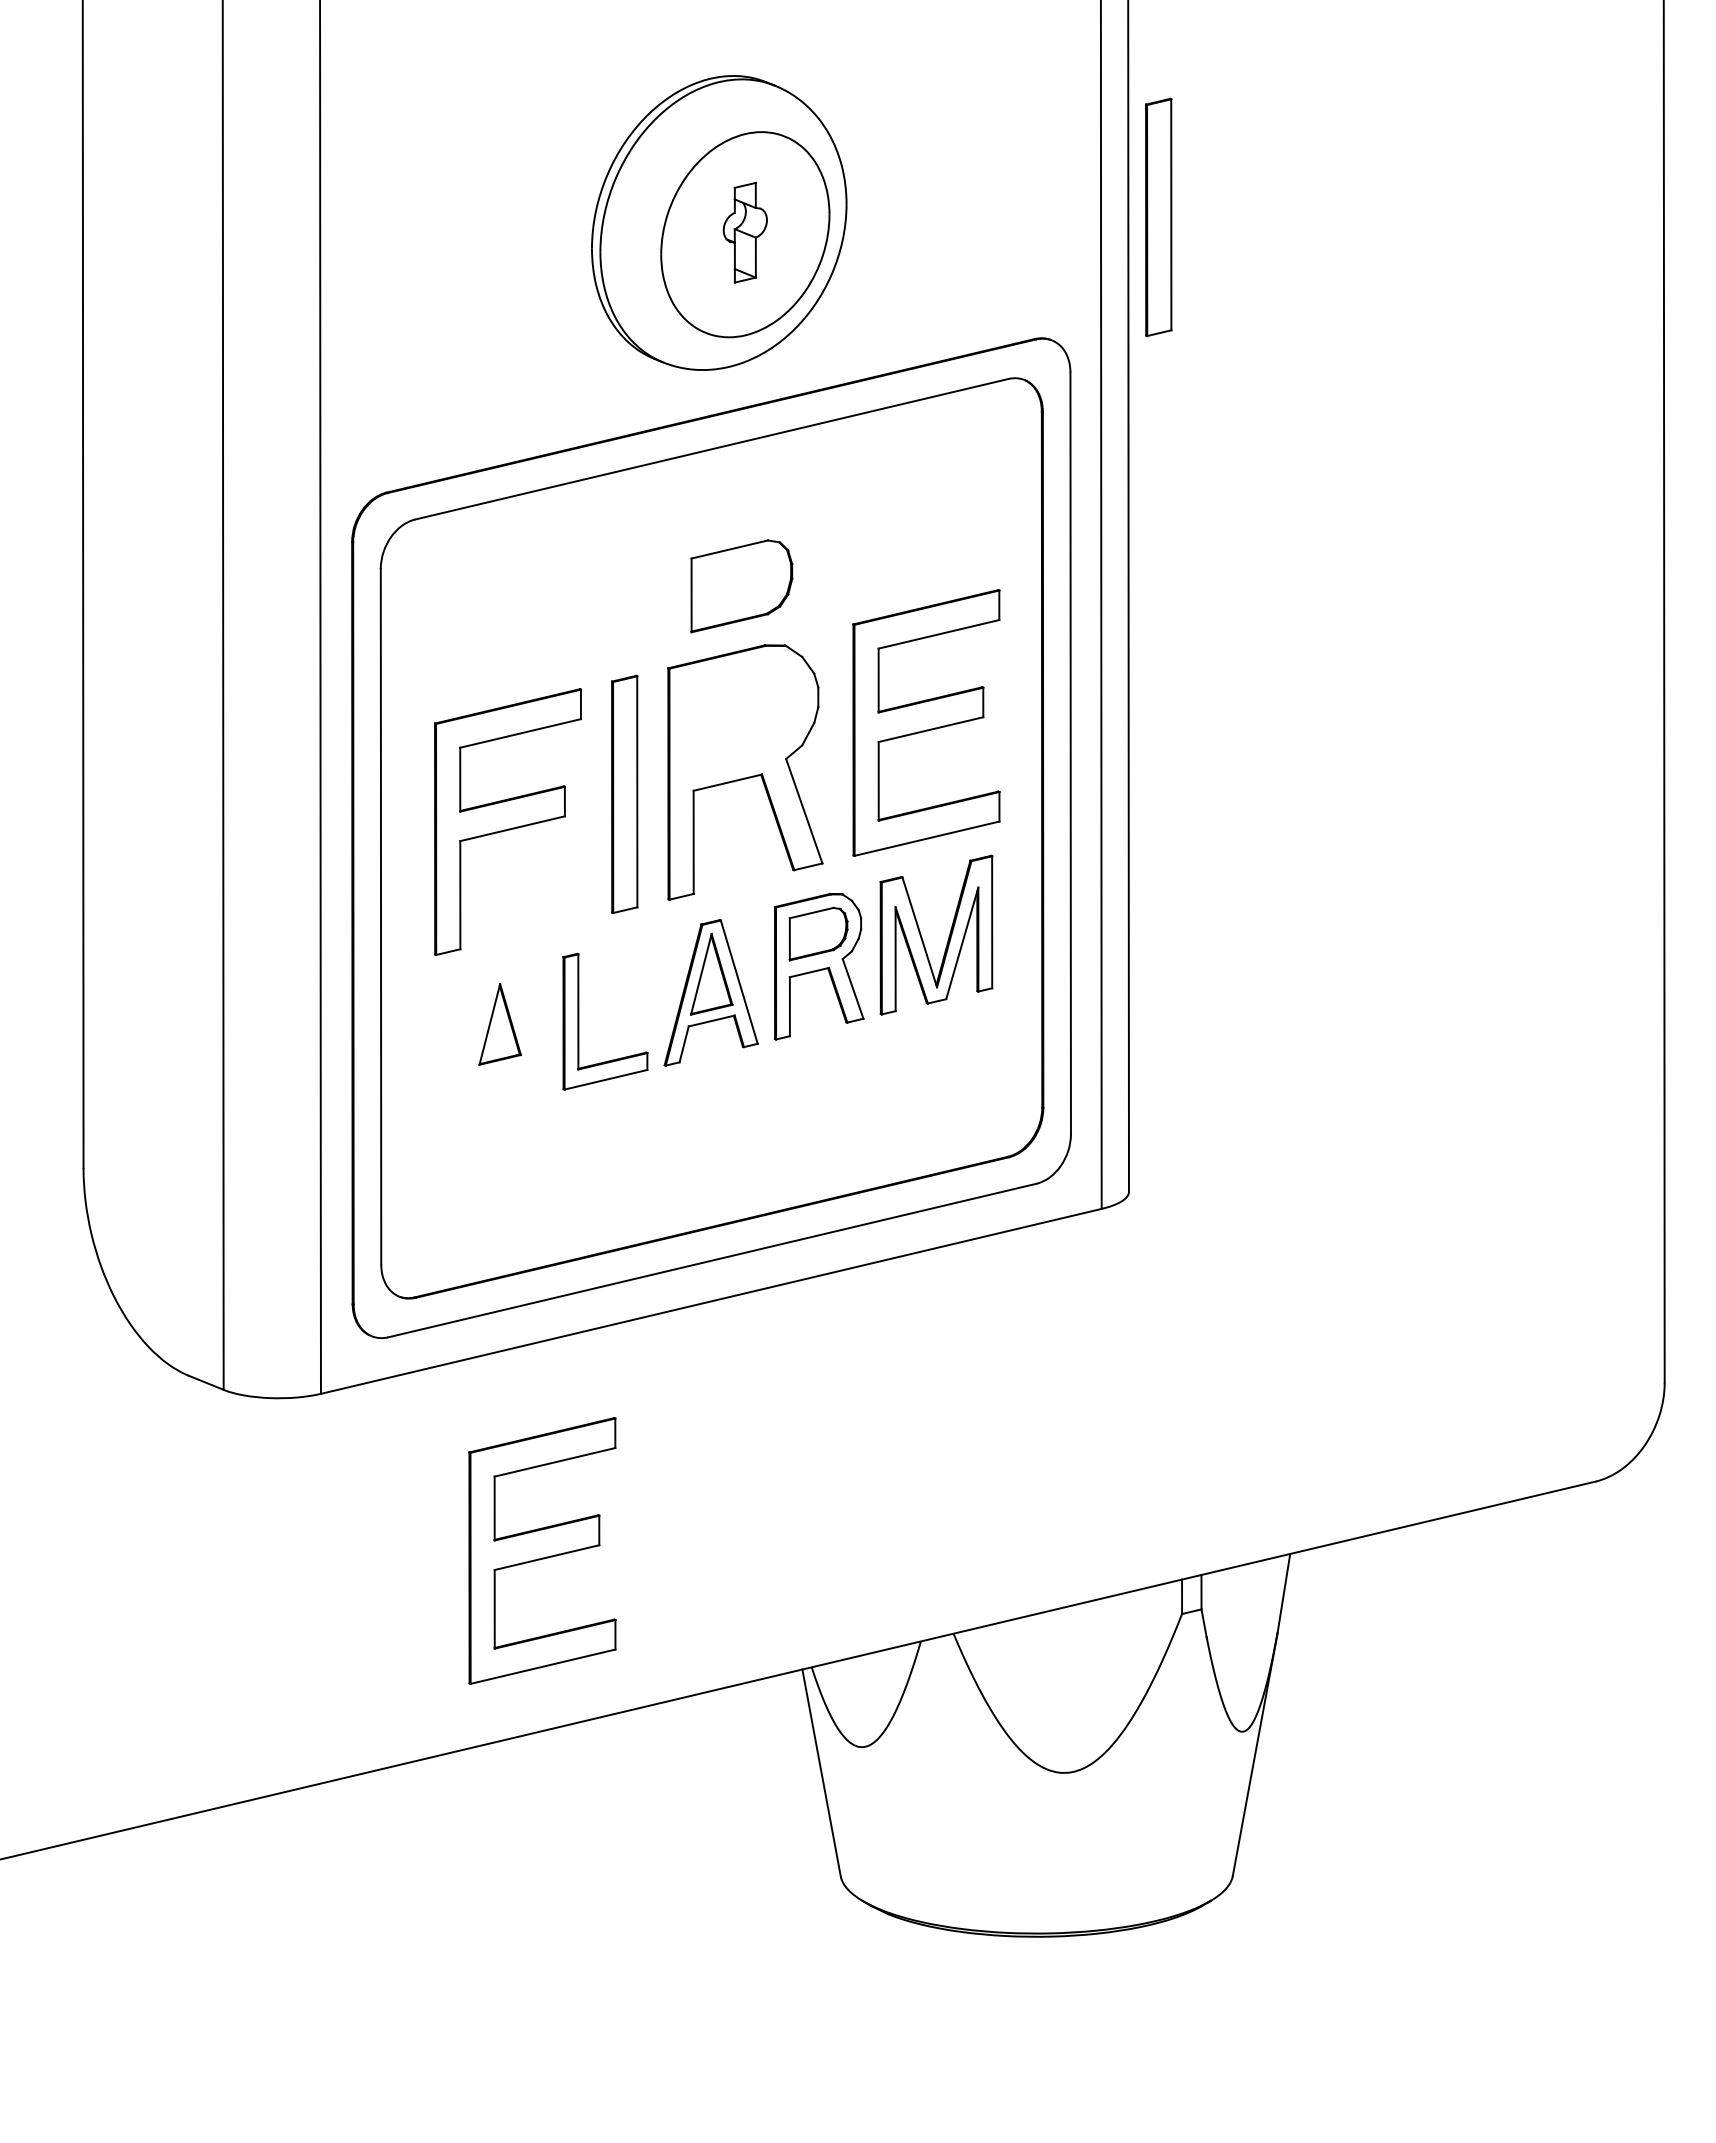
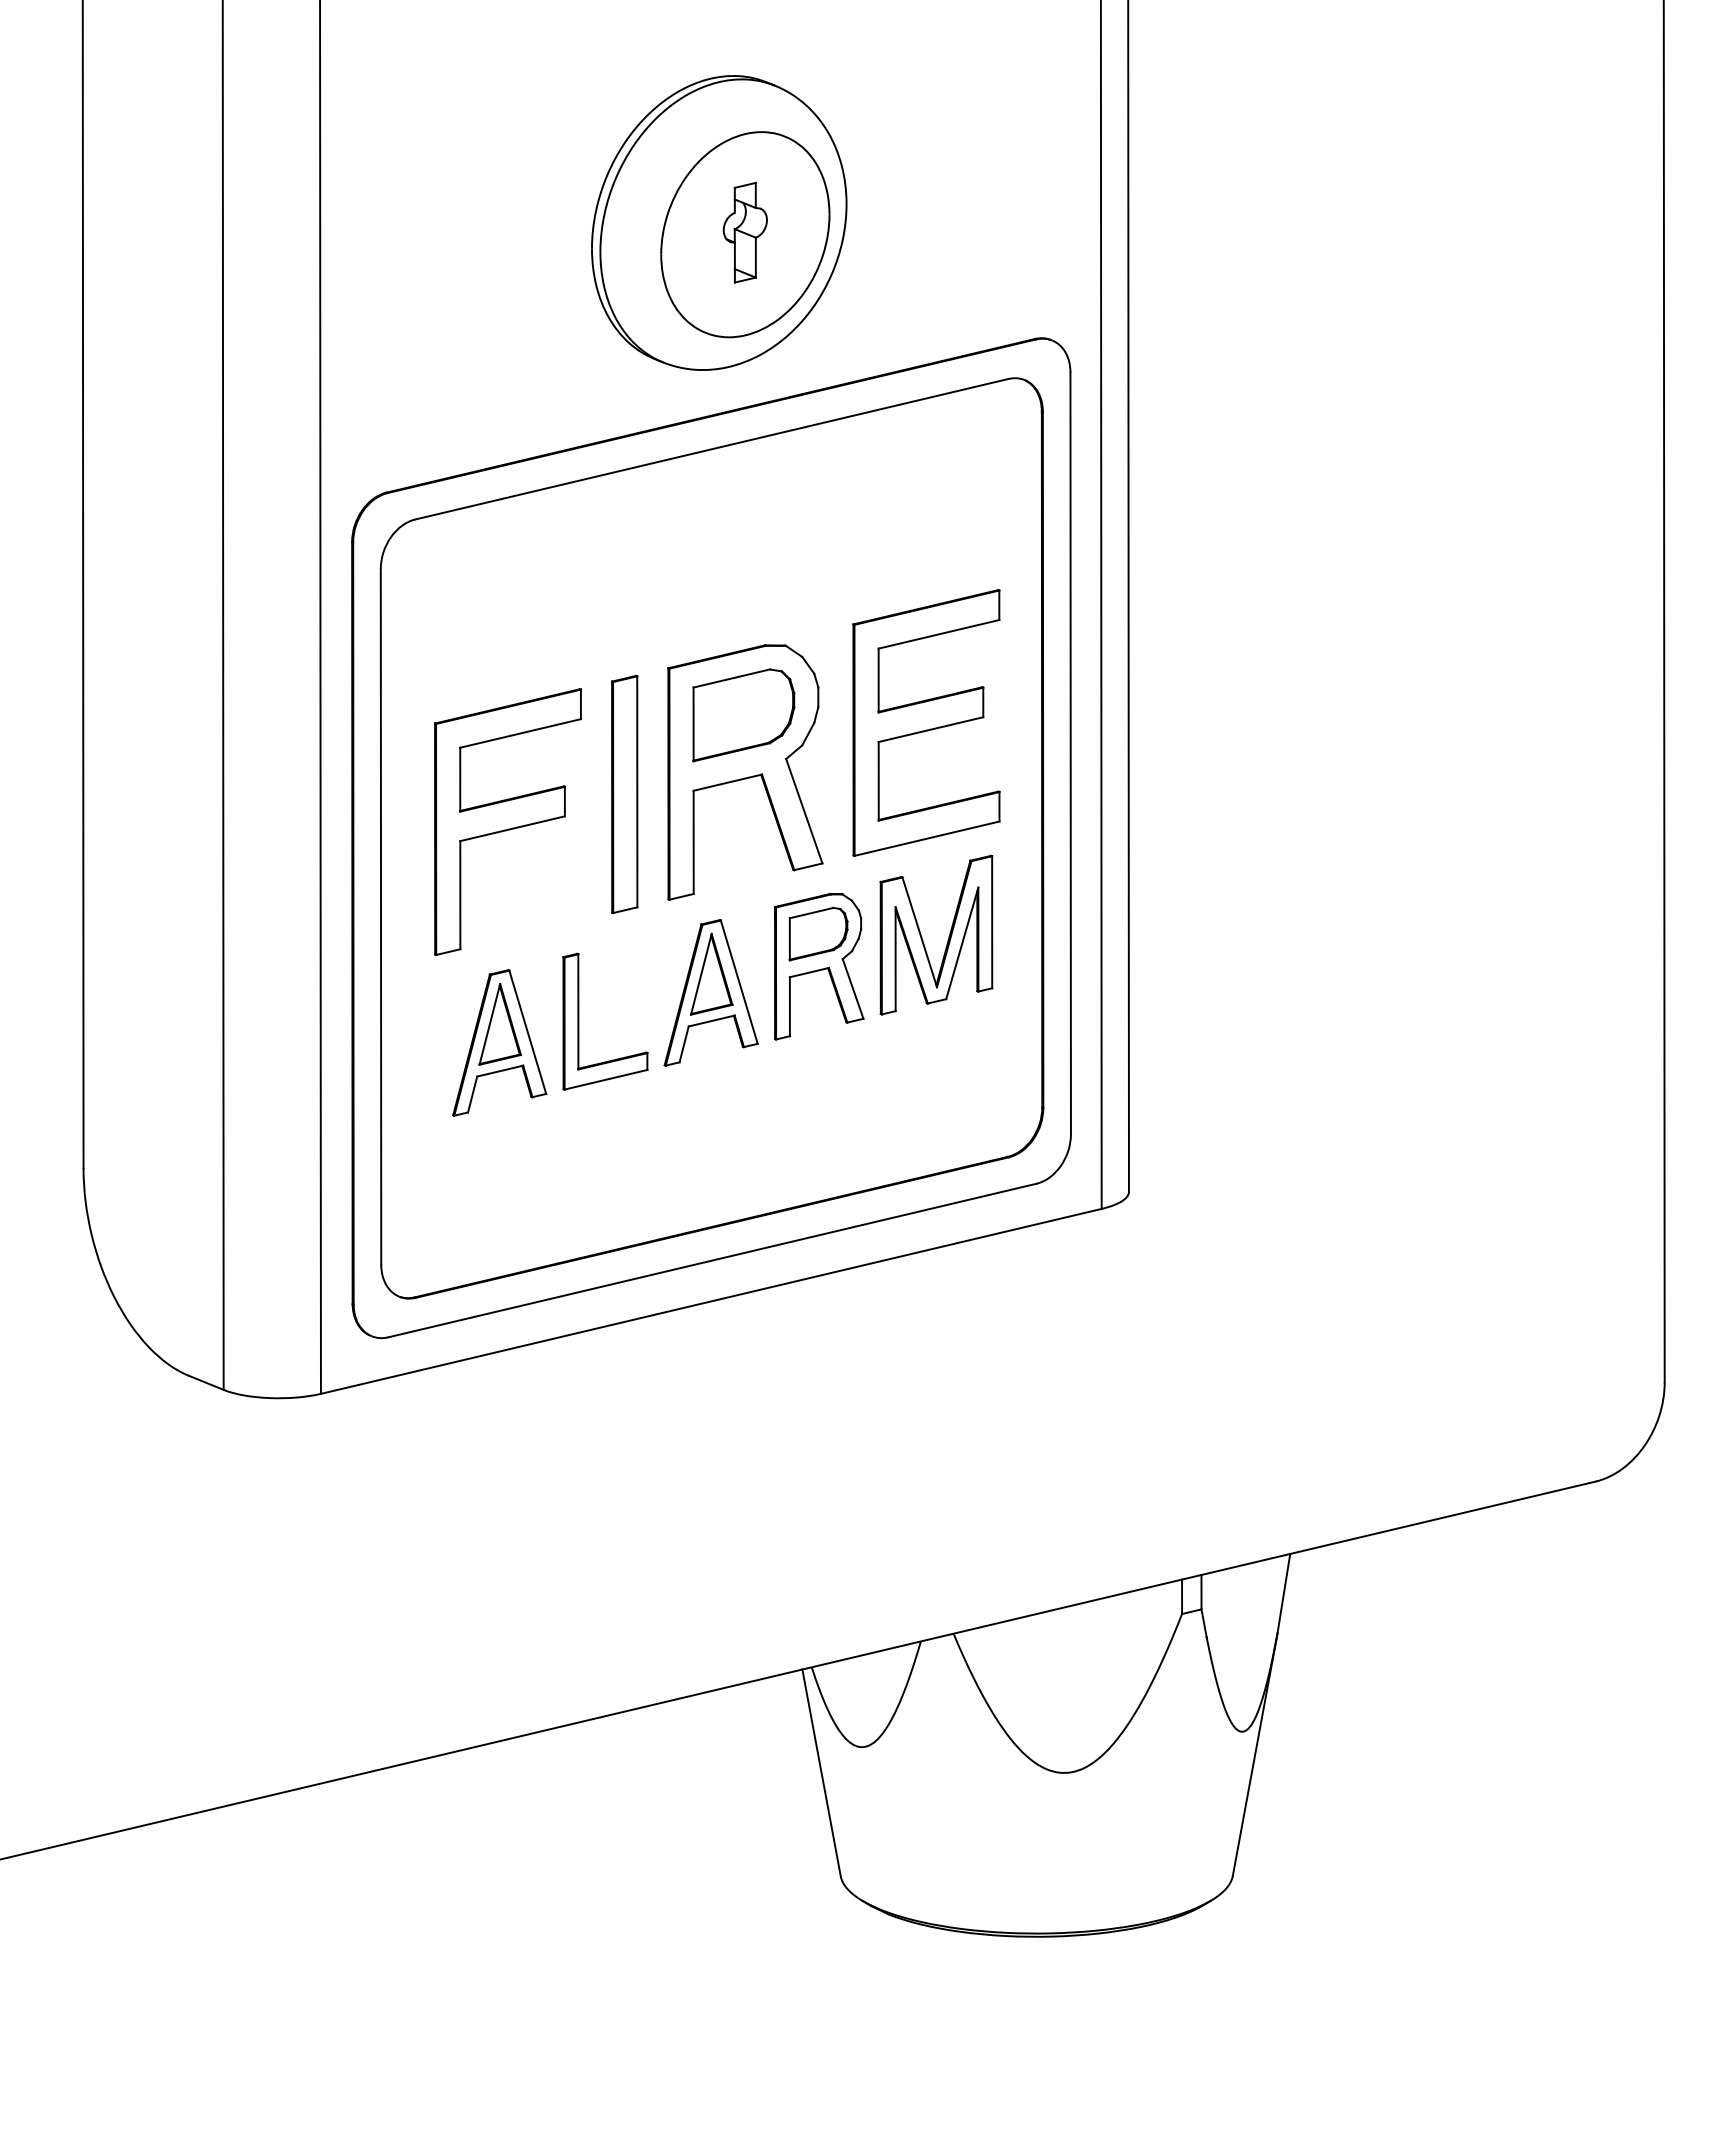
part at (1158, 217): present -> none
part at (741, 586) position: (741, 586) -> (743, 715)
part at (499, 1042): none -> present
part at (542, 1550): present -> none
